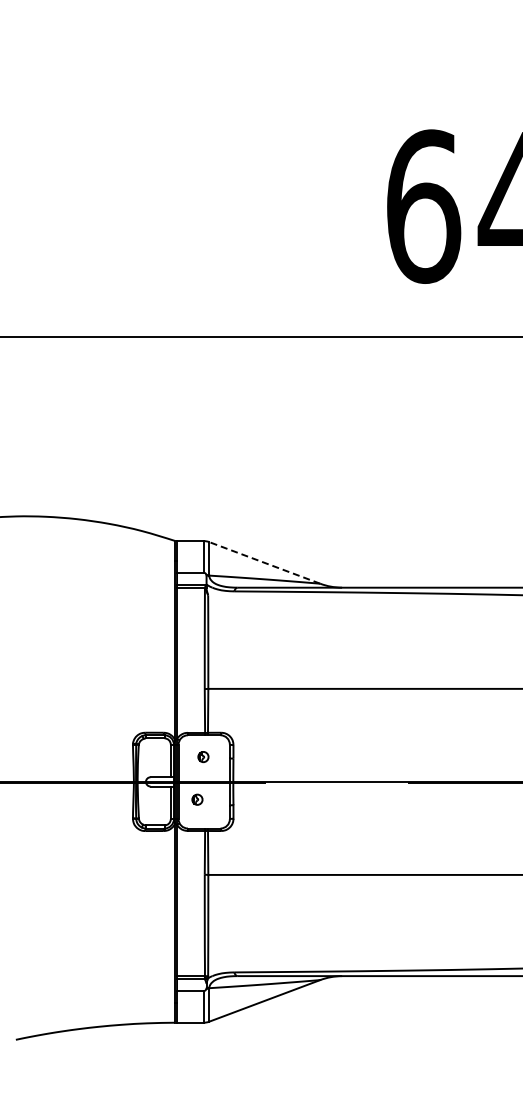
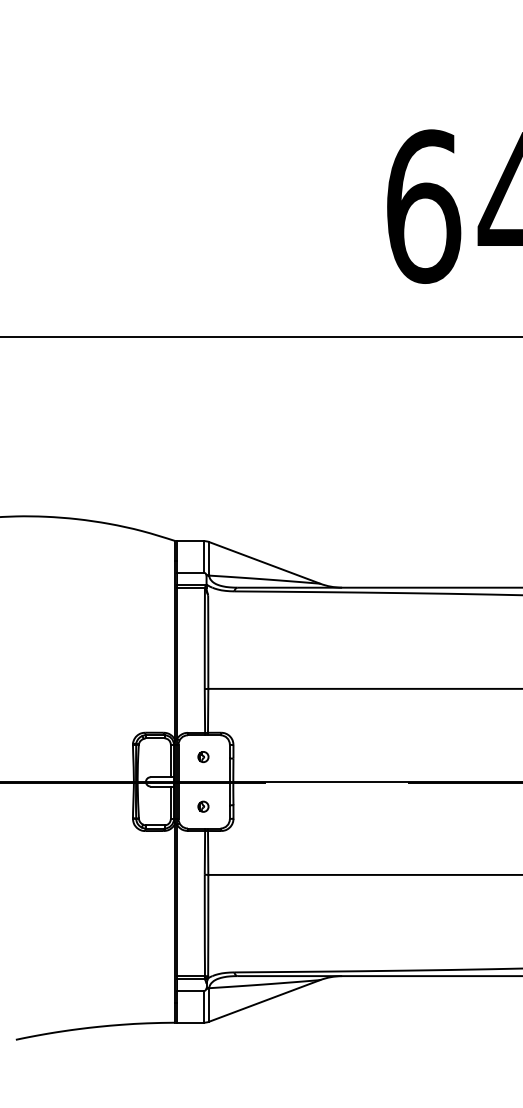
line at (264, 562): dashed -> solid
part at (197, 799) position: (197, 799) -> (203, 806)
